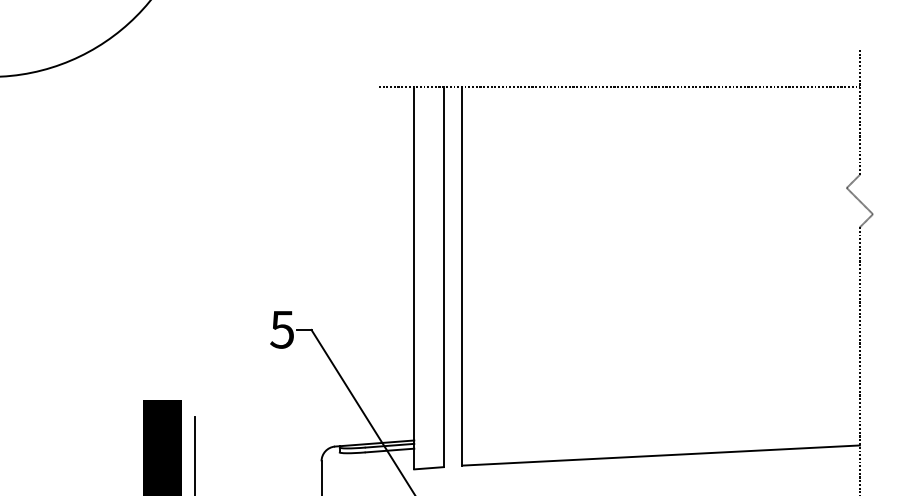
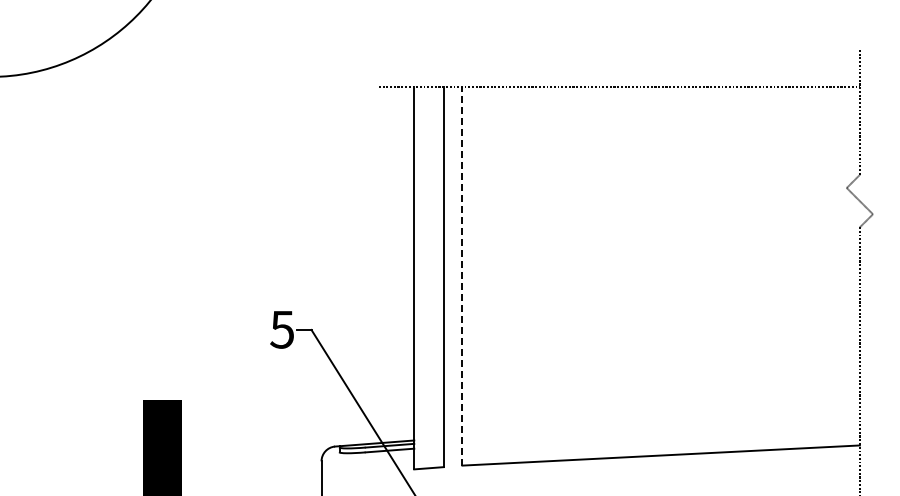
line at (462, 276): solid -> dashed
line at (194, 454): present -> none
